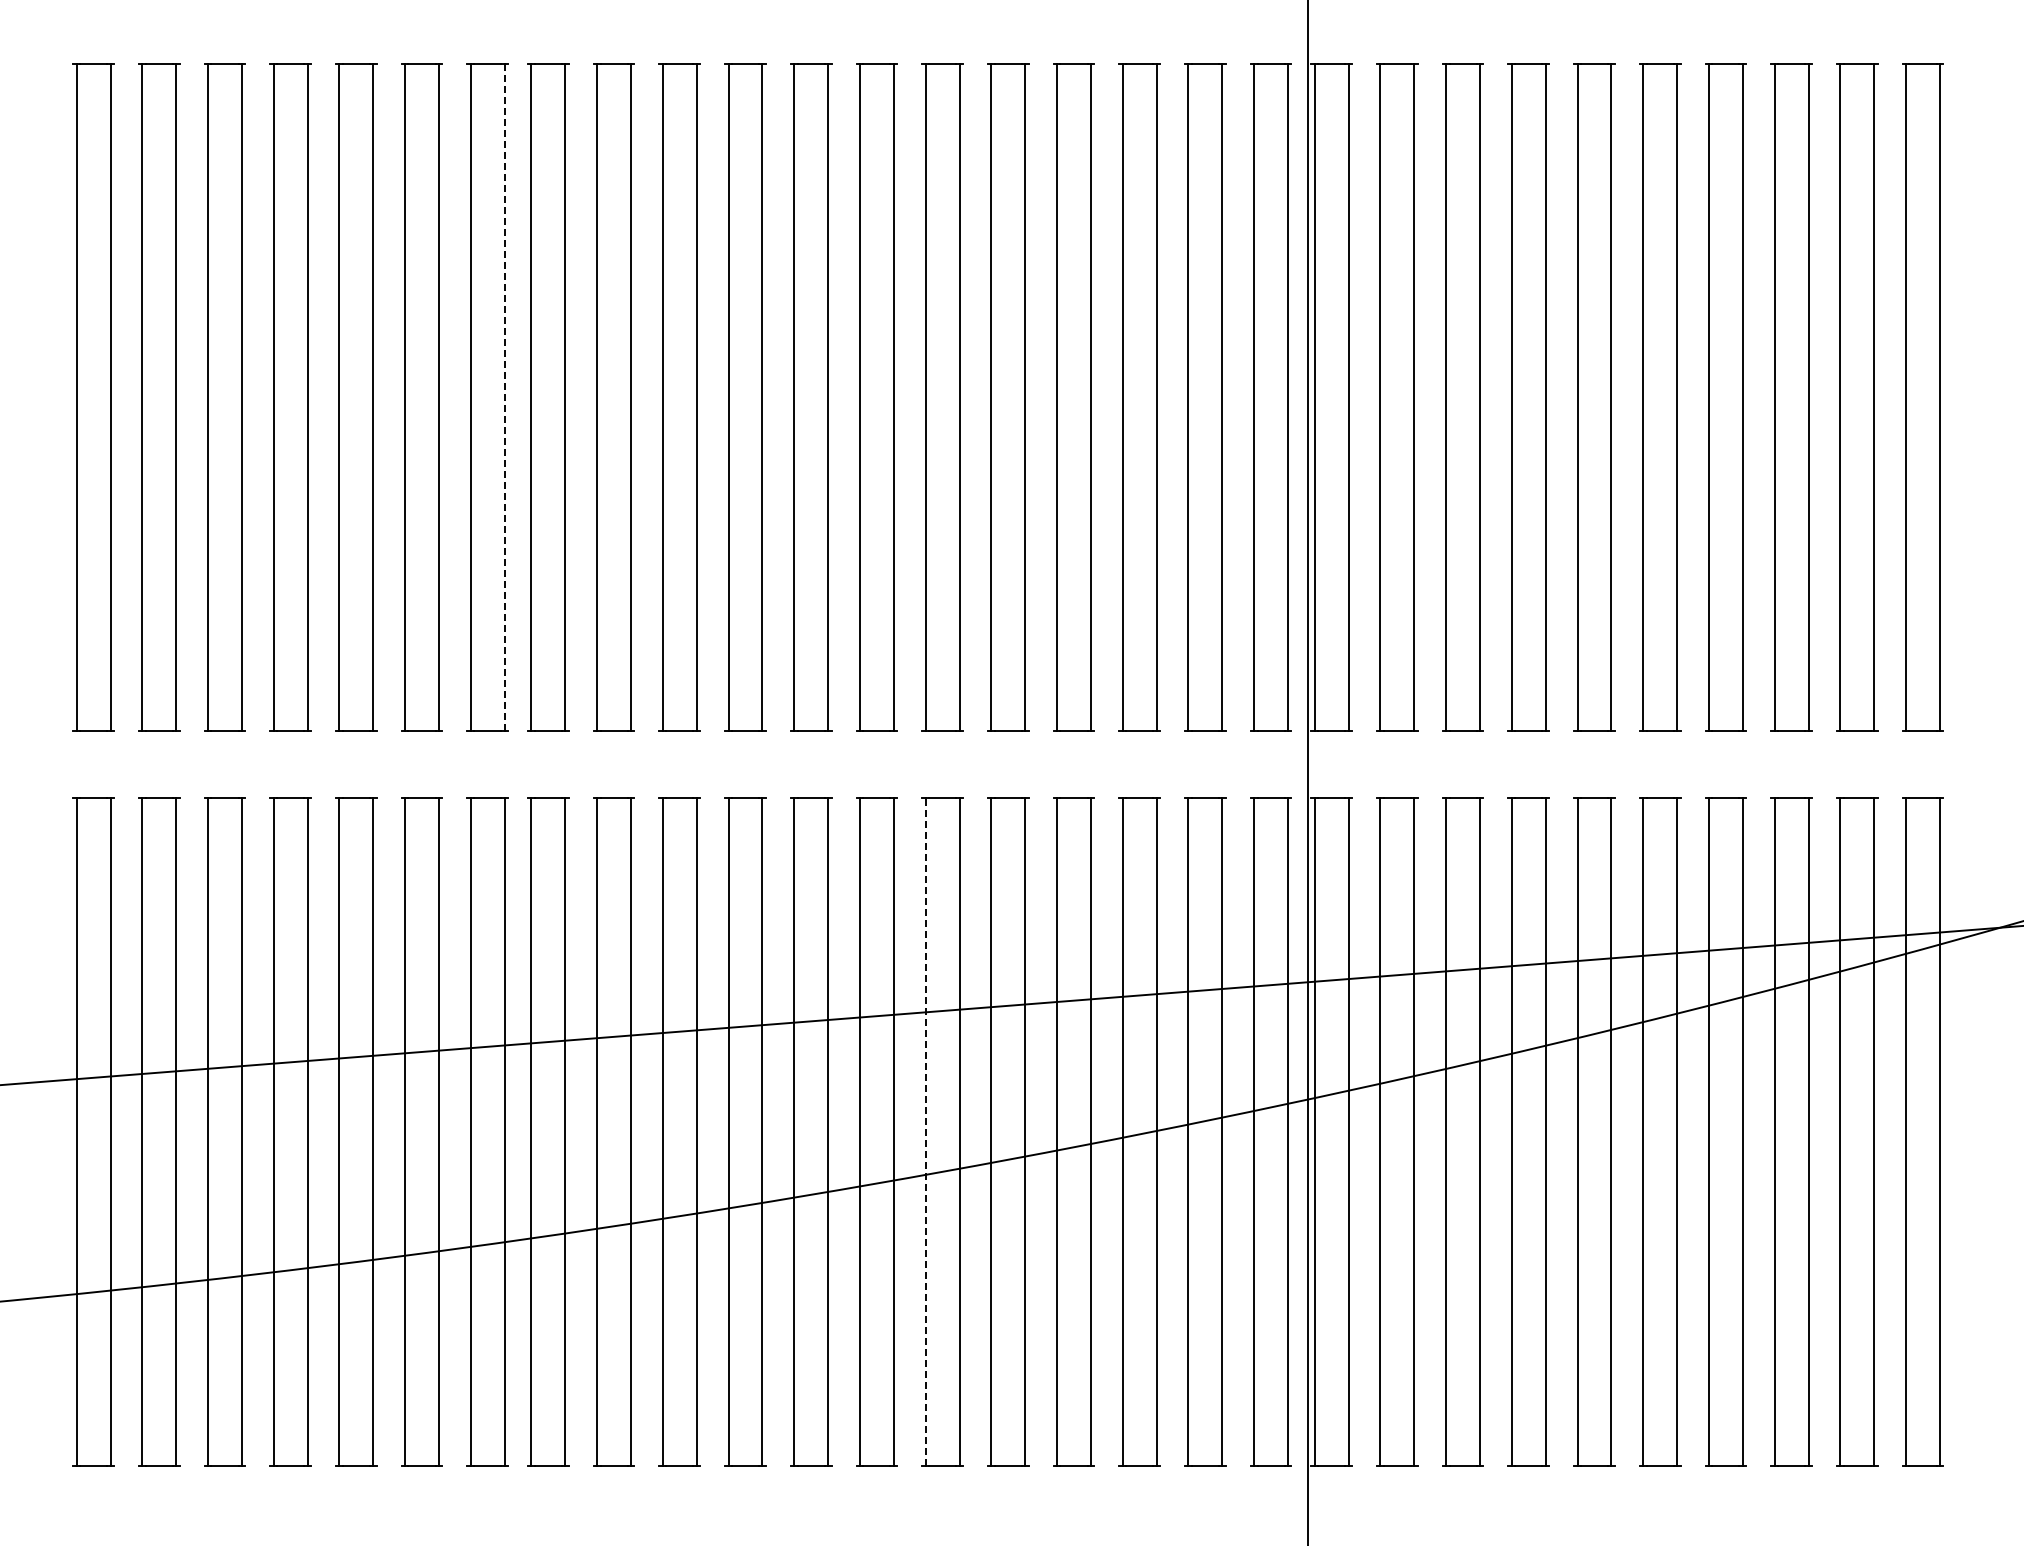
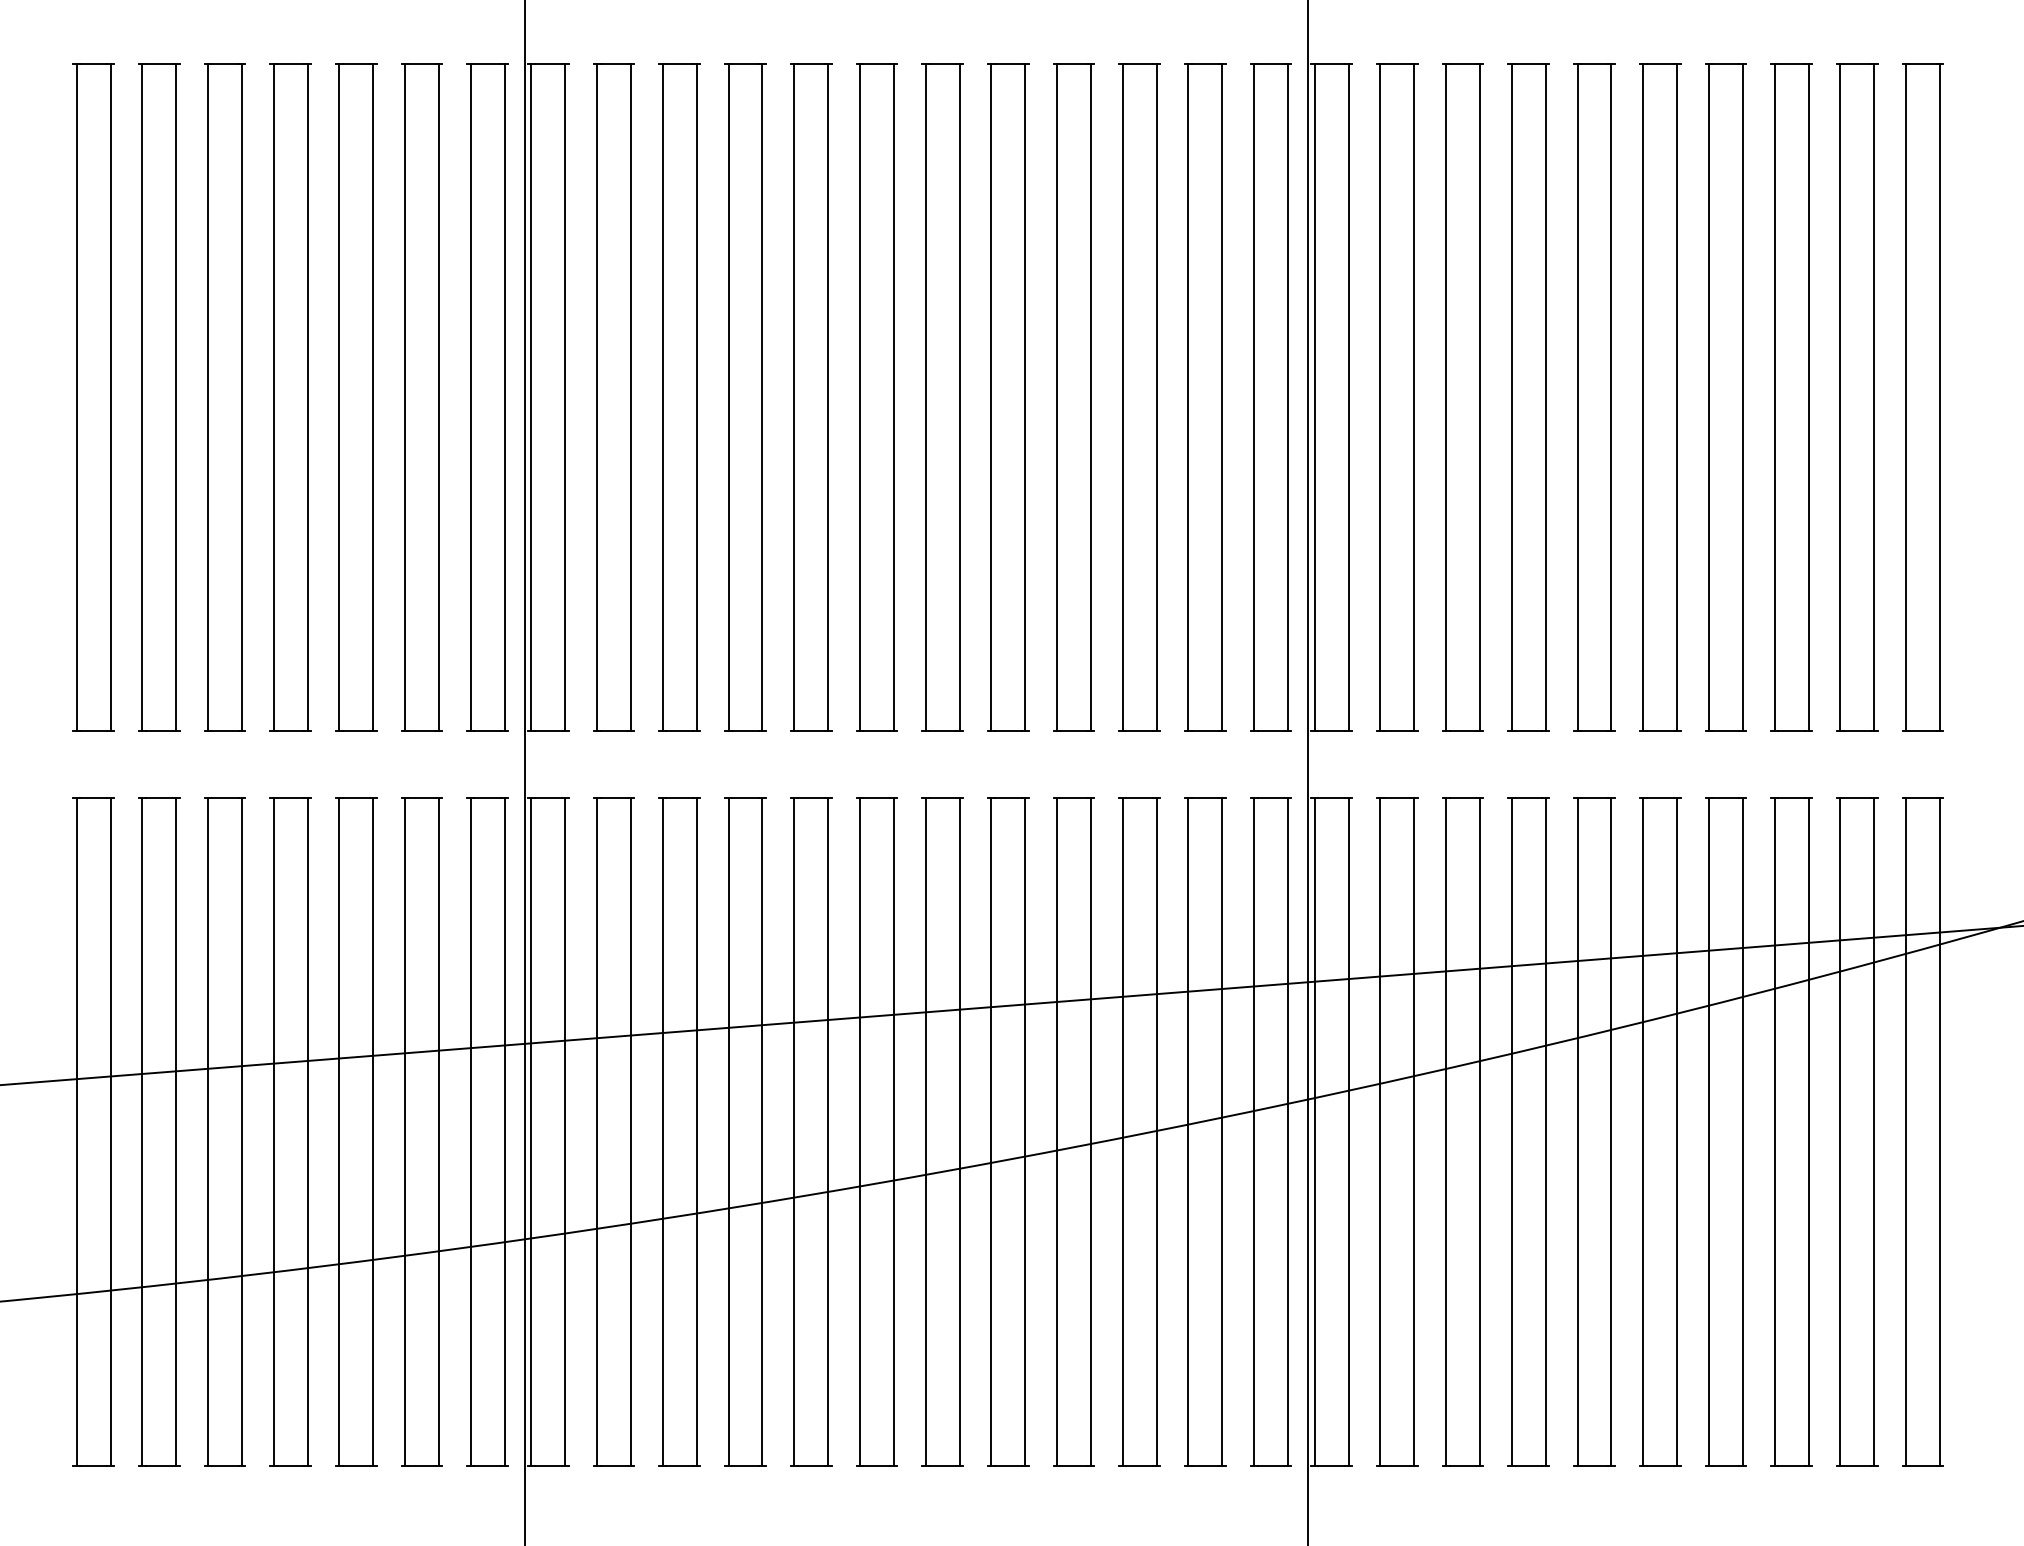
line at (504, 397): dashed -> solid
line at (525, 772): none -> present
line at (925, 1131): dashed -> solid
